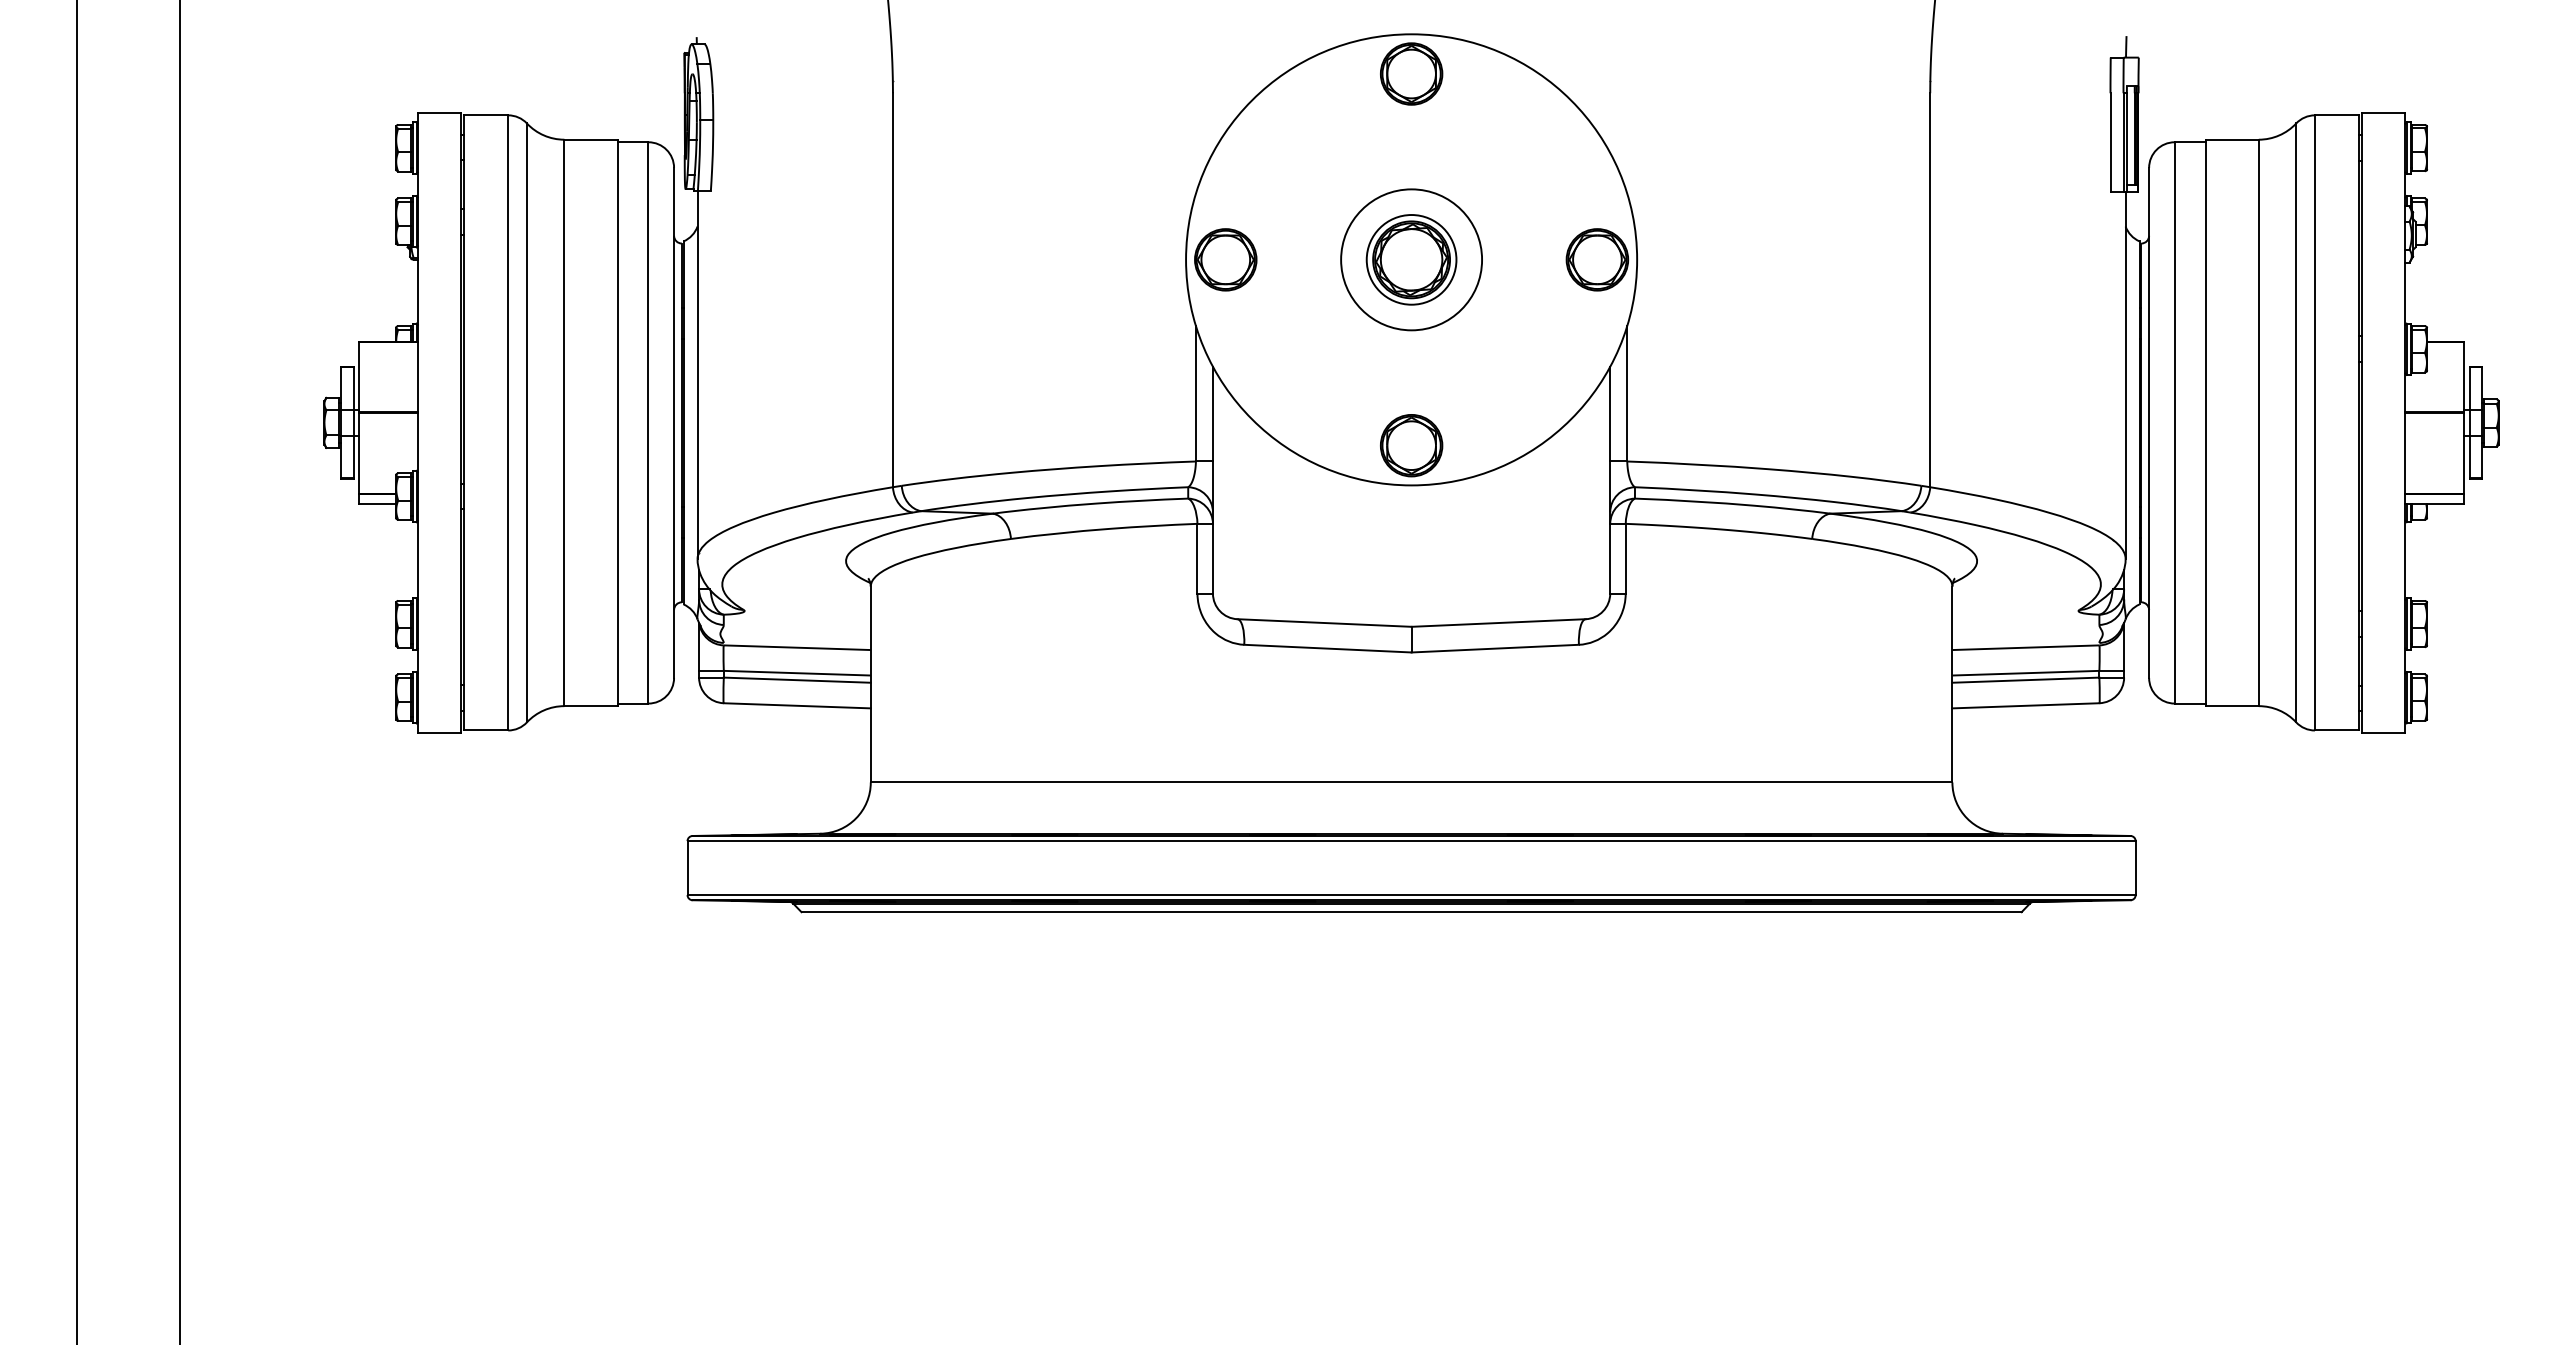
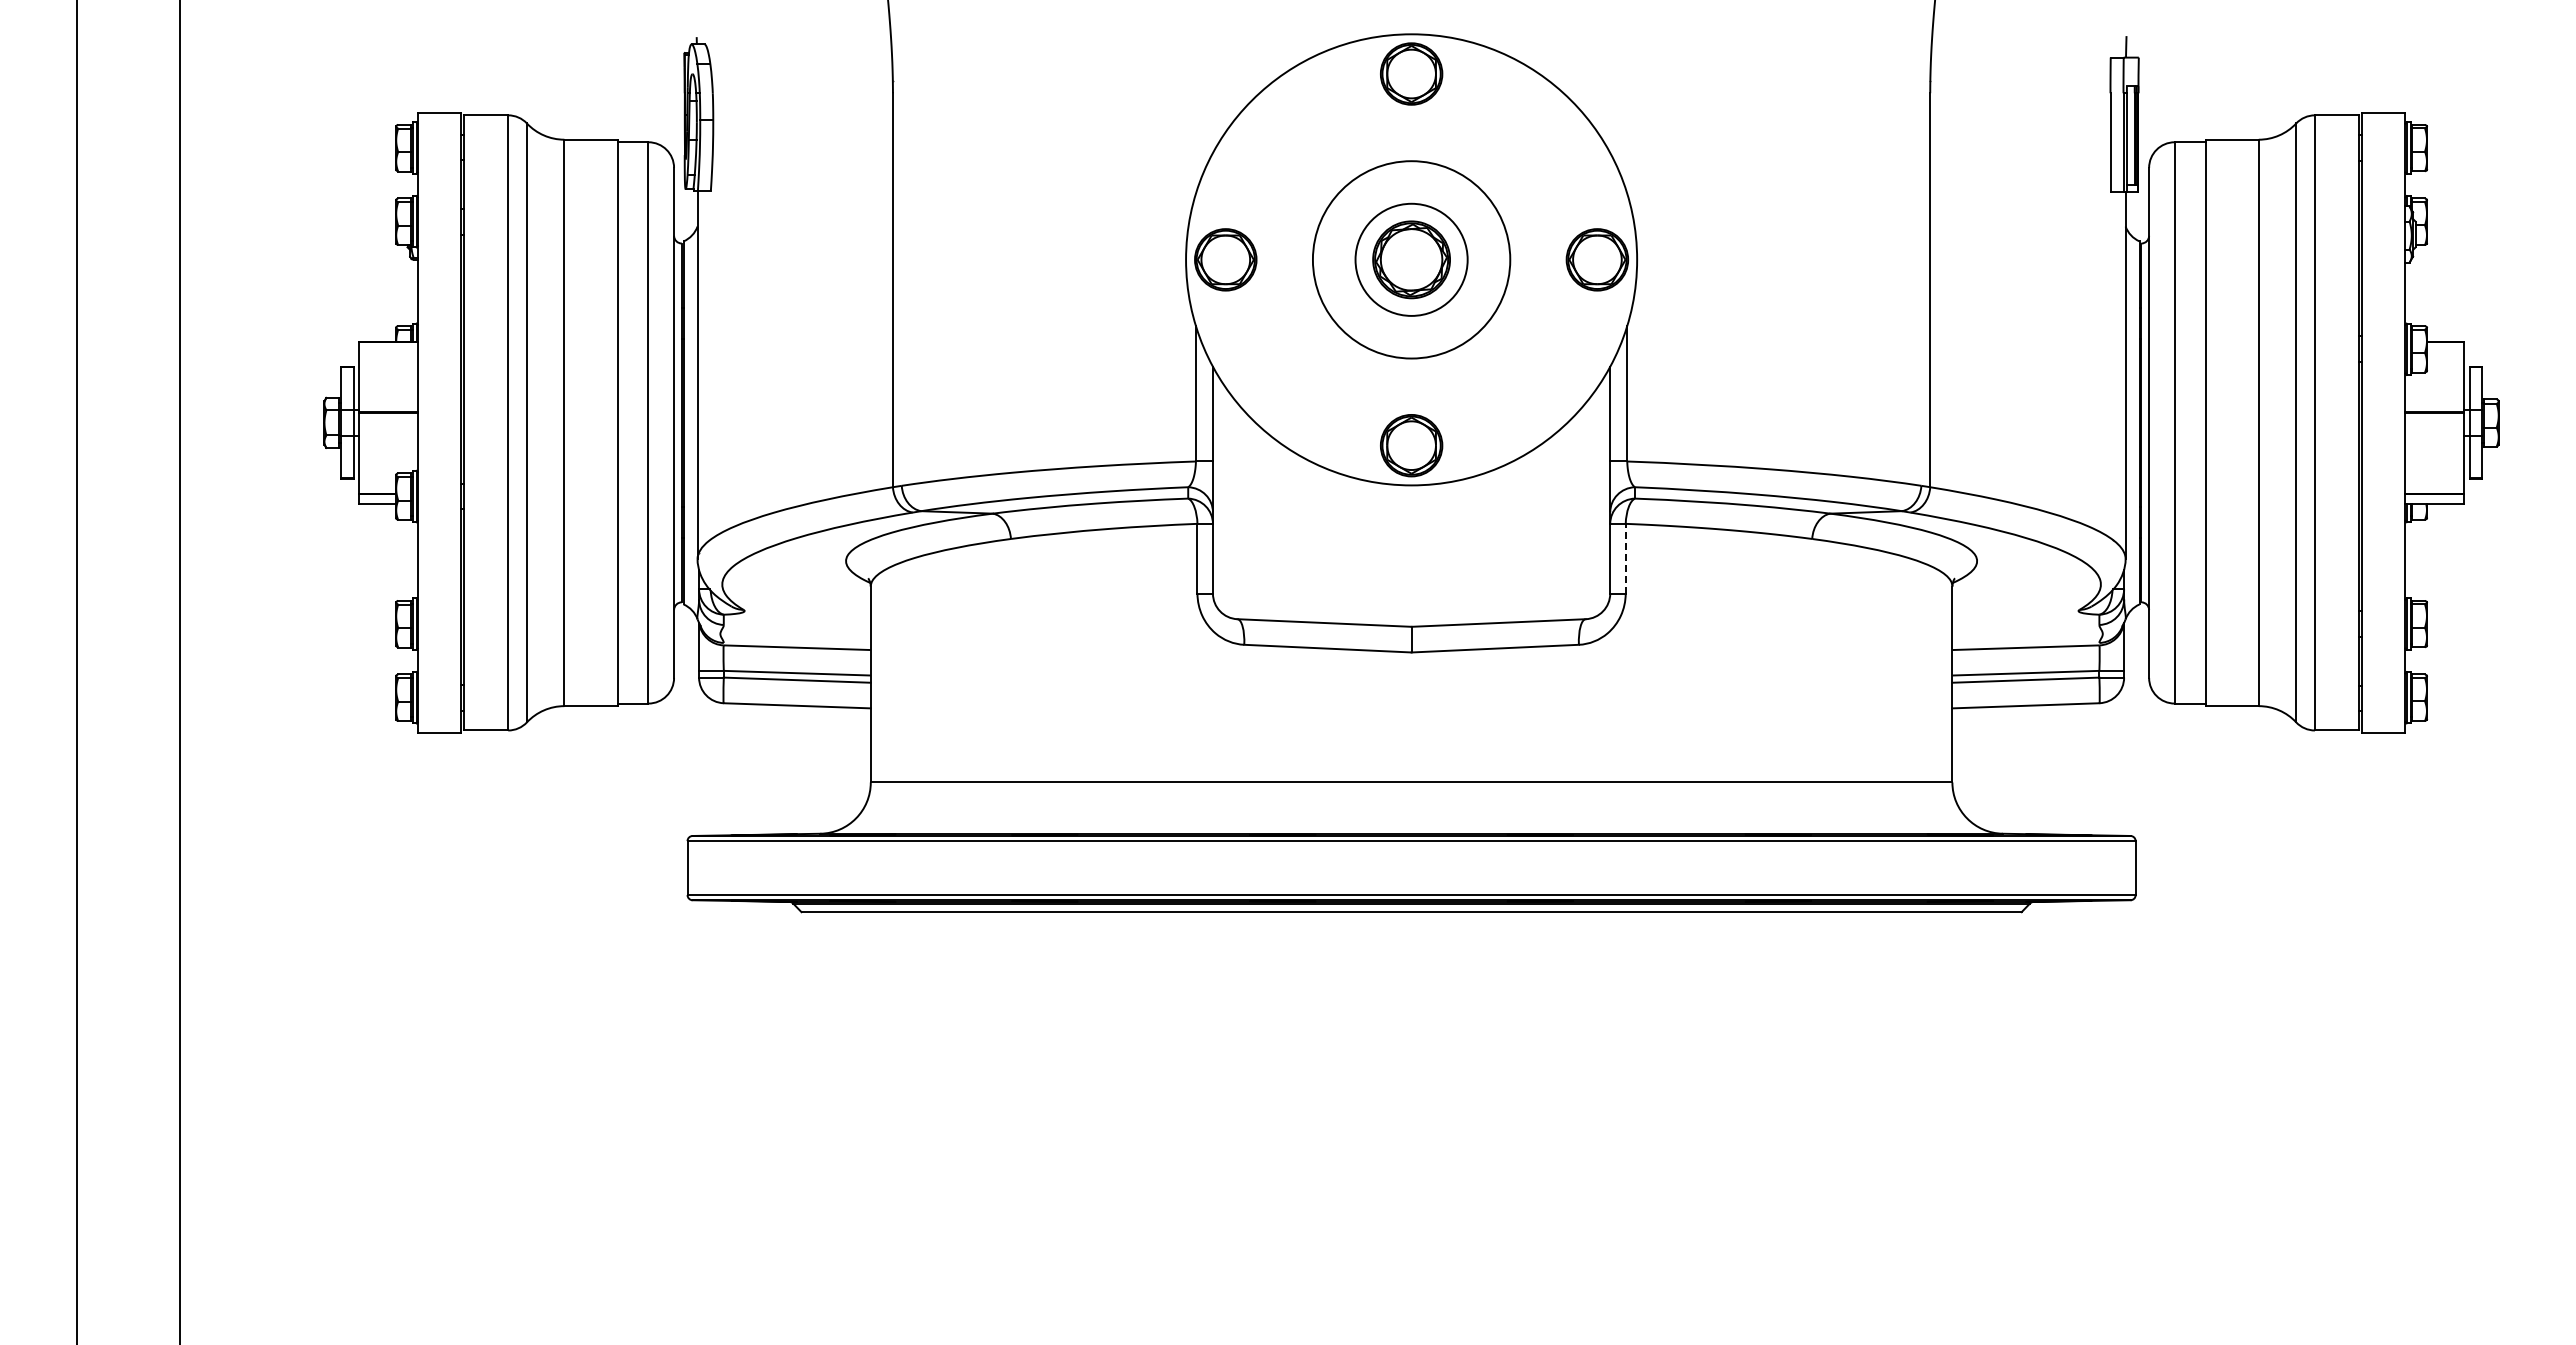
circle at (1411, 259) diameter: 141 px -> 197 px
circle at (1411, 259) diameter: 90 px -> 112 px
line at (1625, 558): solid -> dashed
